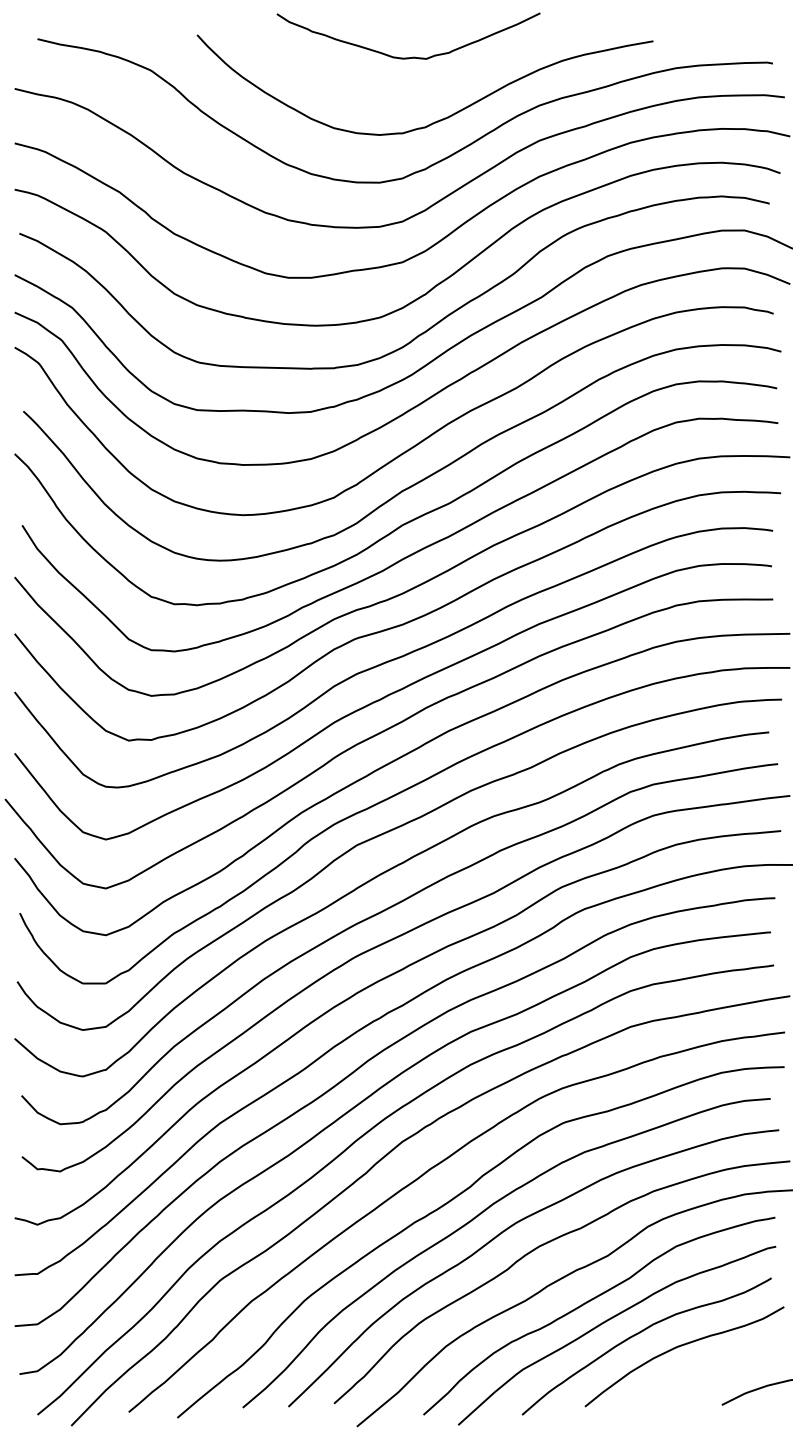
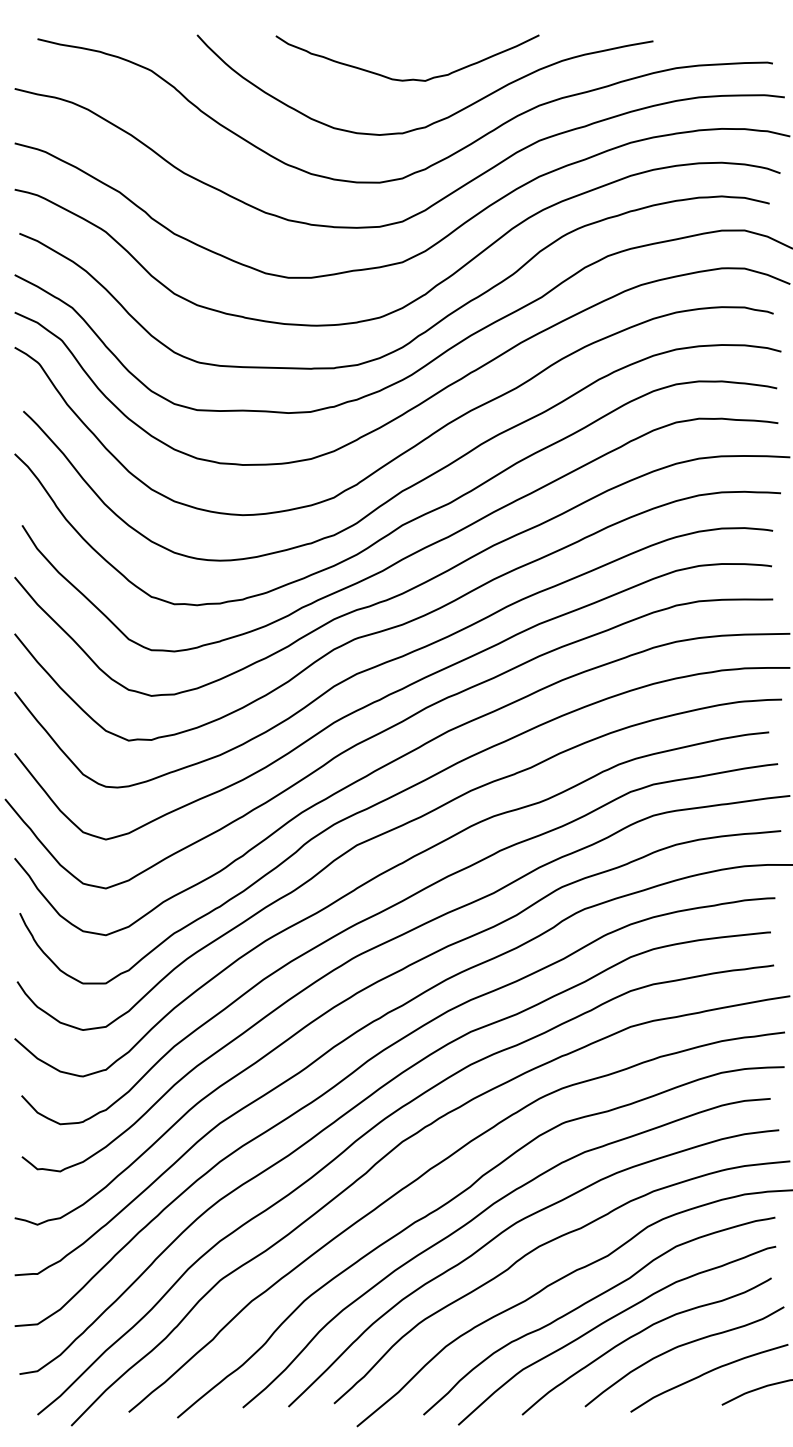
curve at (413, 56) position: (413, 56) -> (412, 78)
curve at (708, 1373): none -> present
